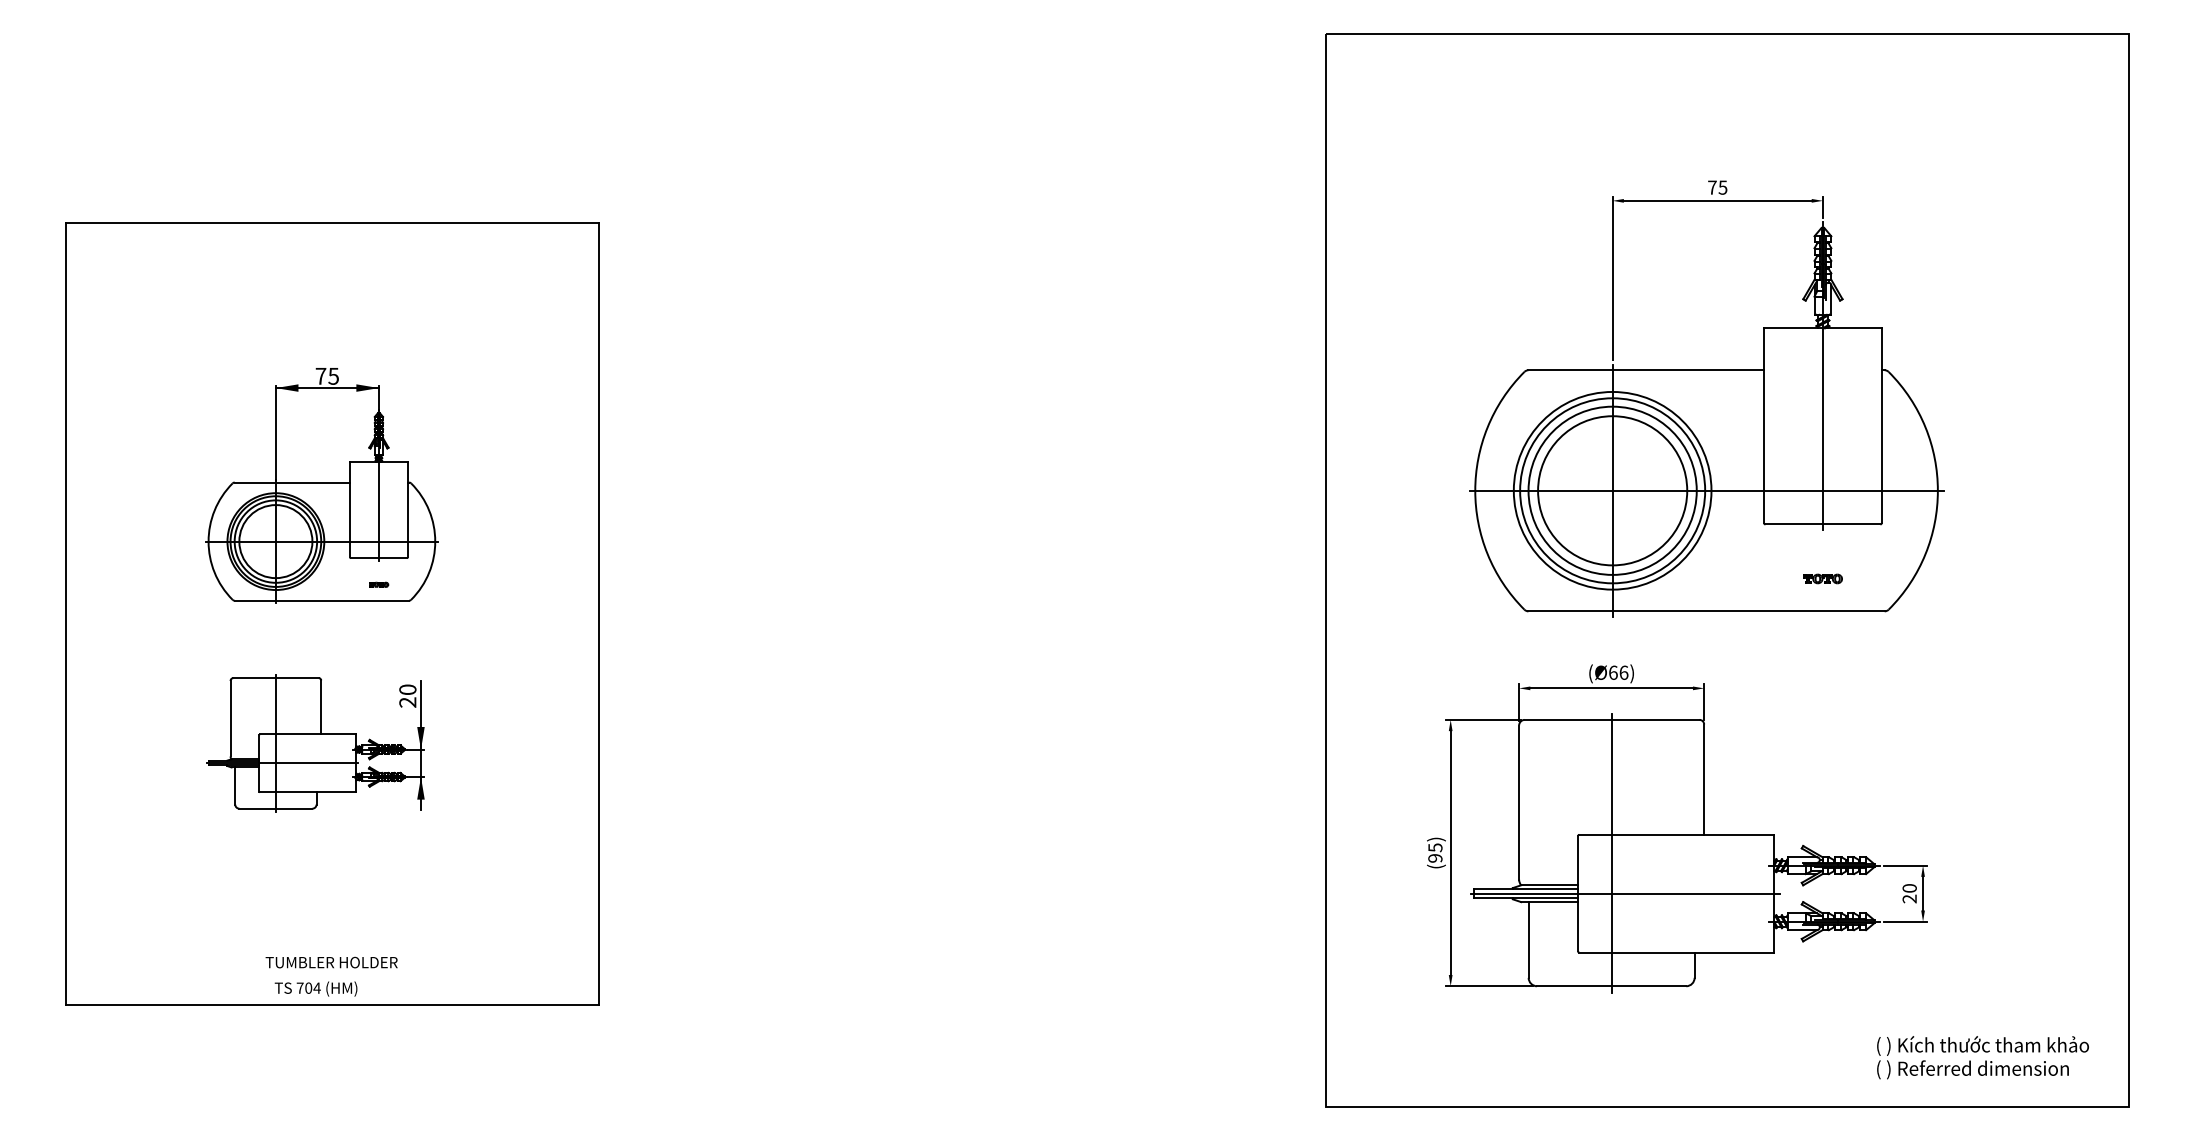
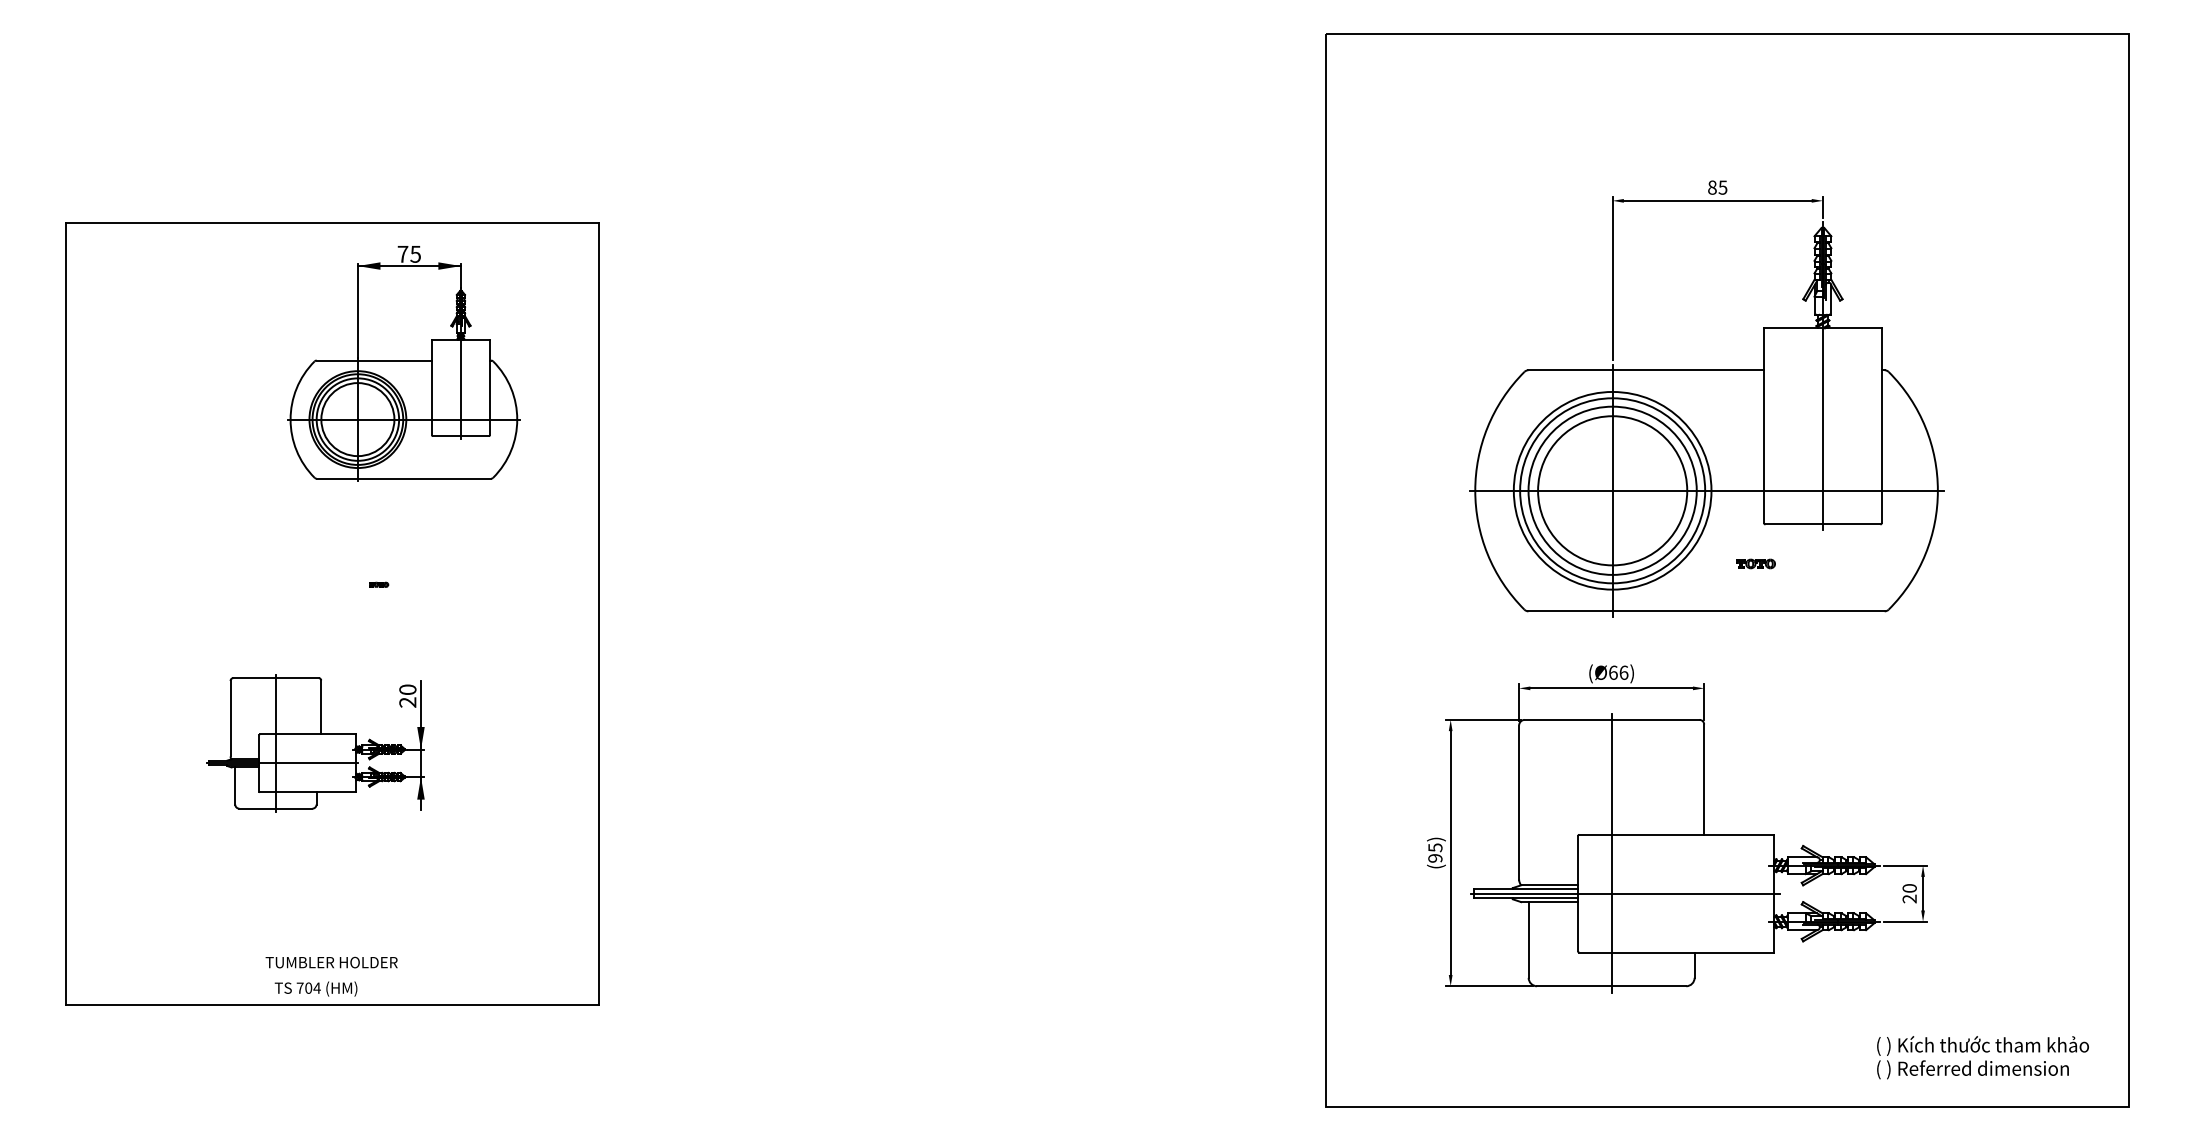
text at (1712, 187): 75 -> 85
part at (321, 485) position: (321, 485) -> (403, 363)
part at (1822, 578) position: (1822, 578) -> (1755, 563)
